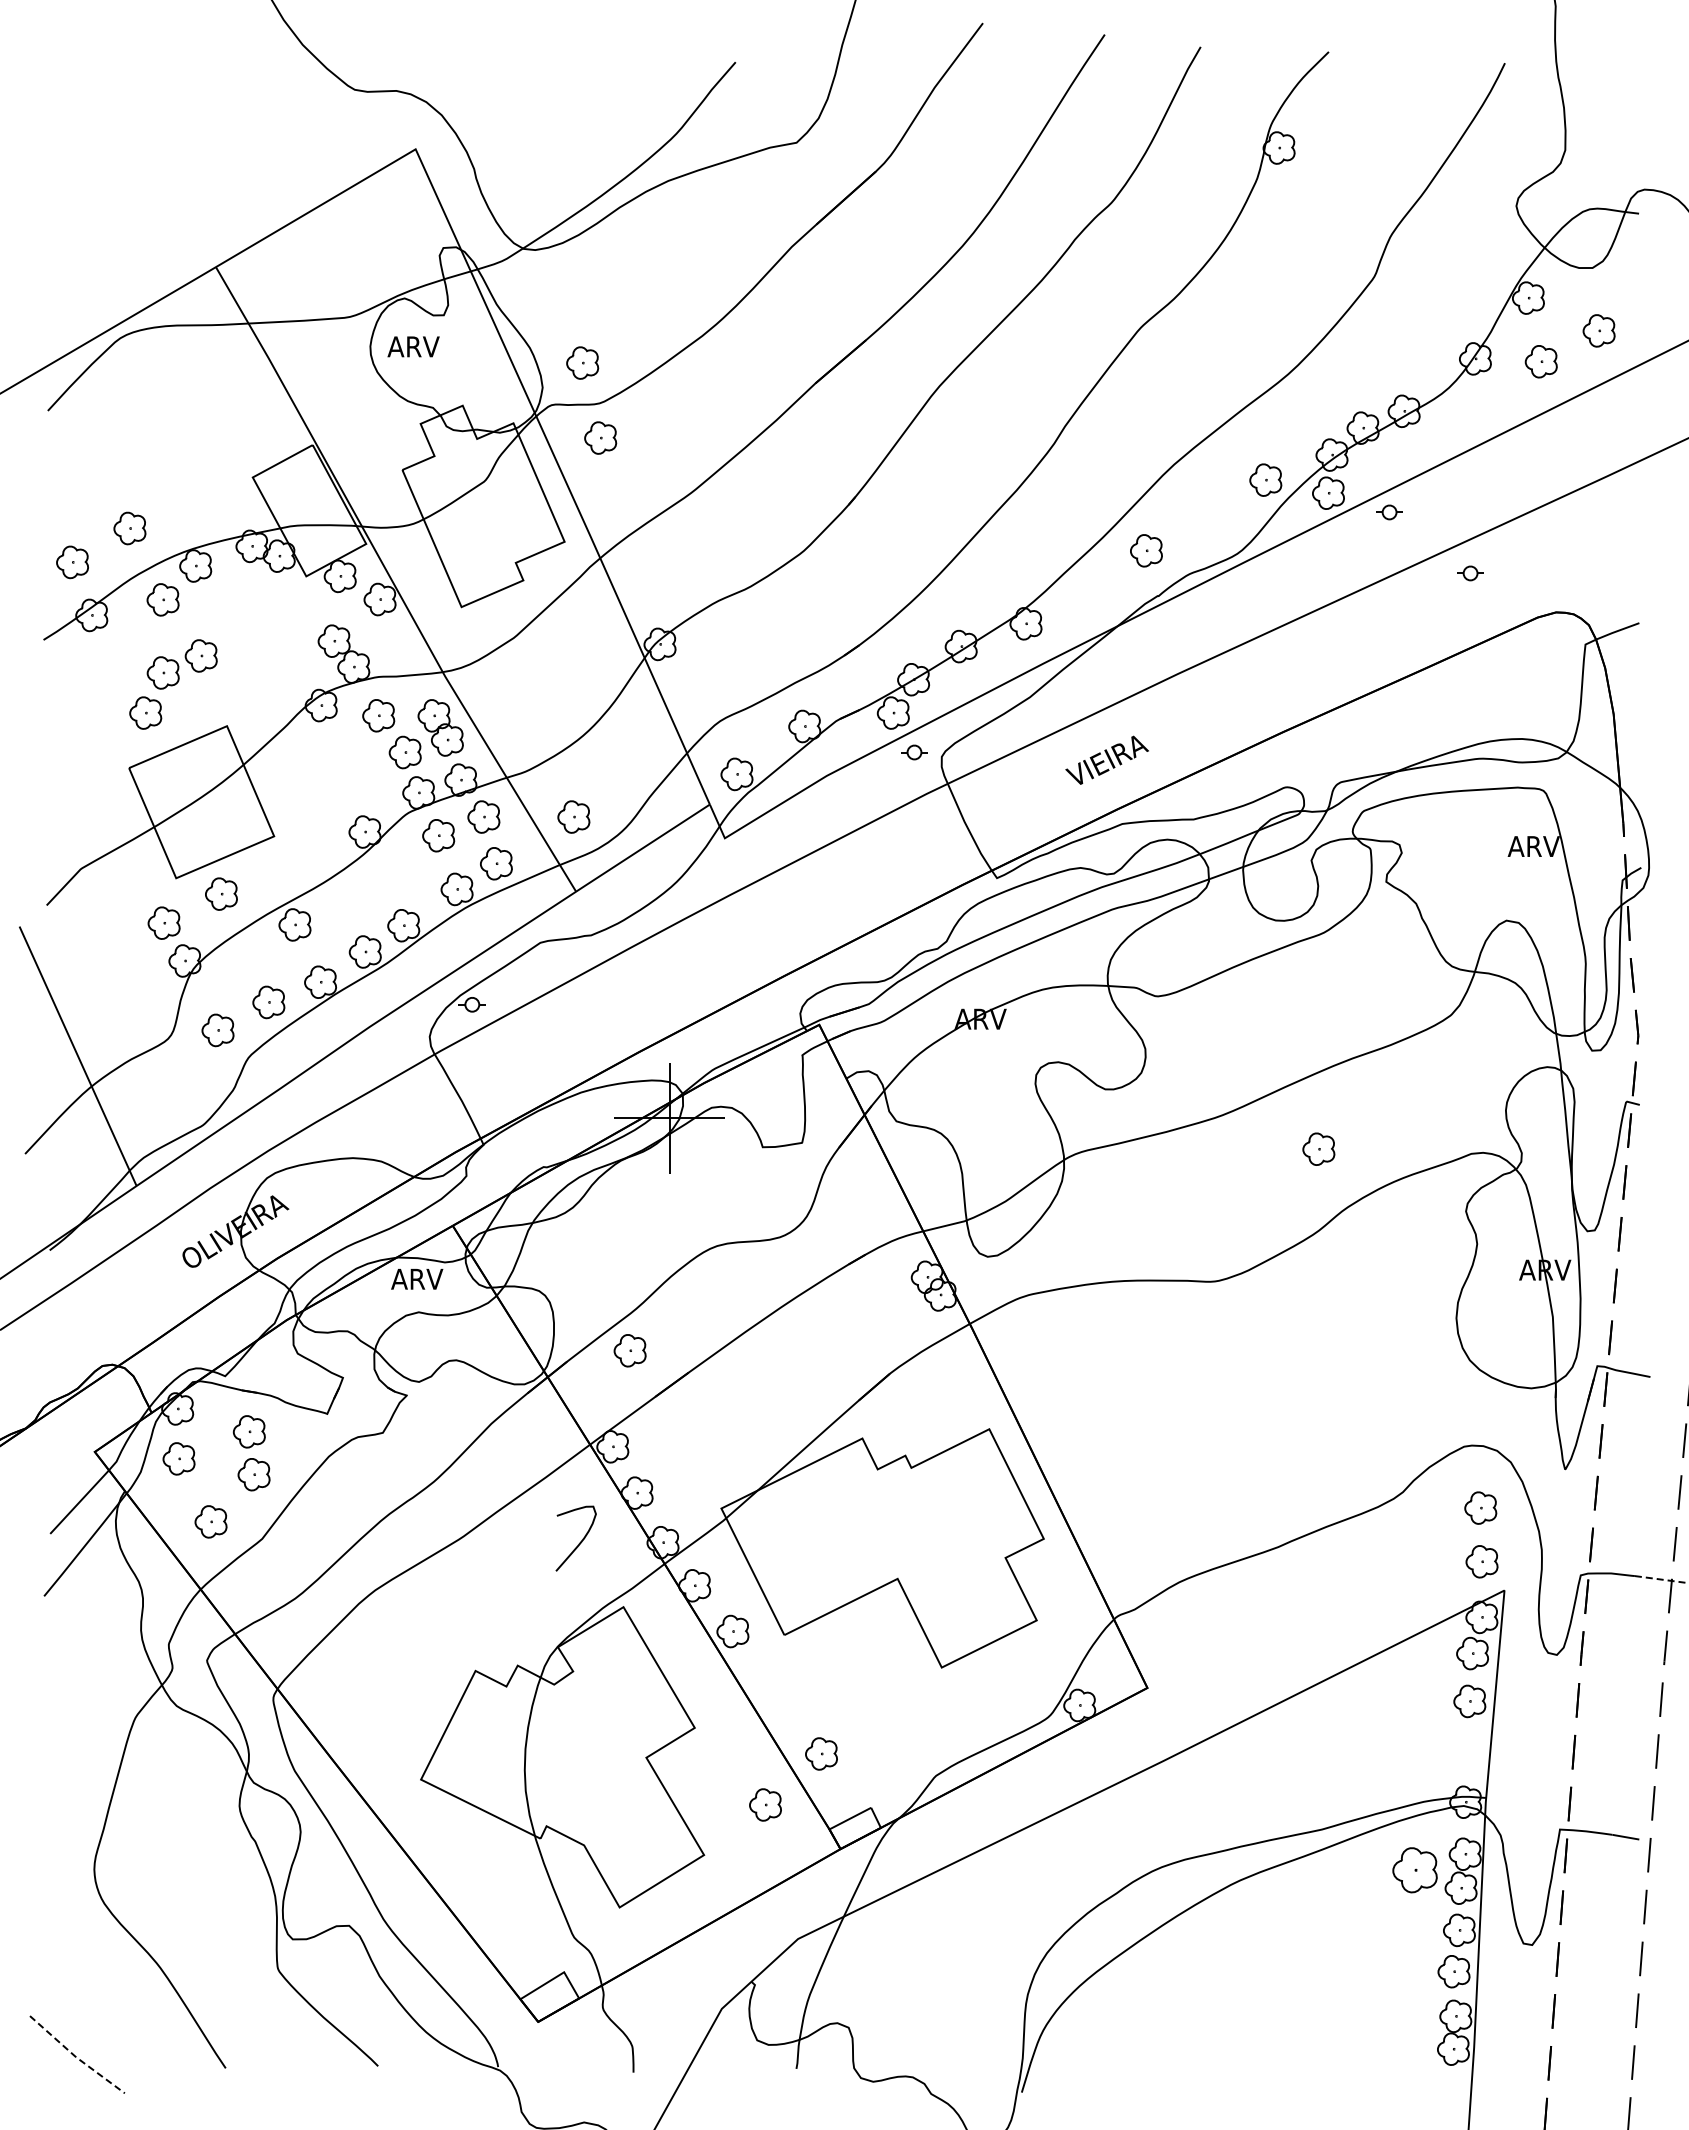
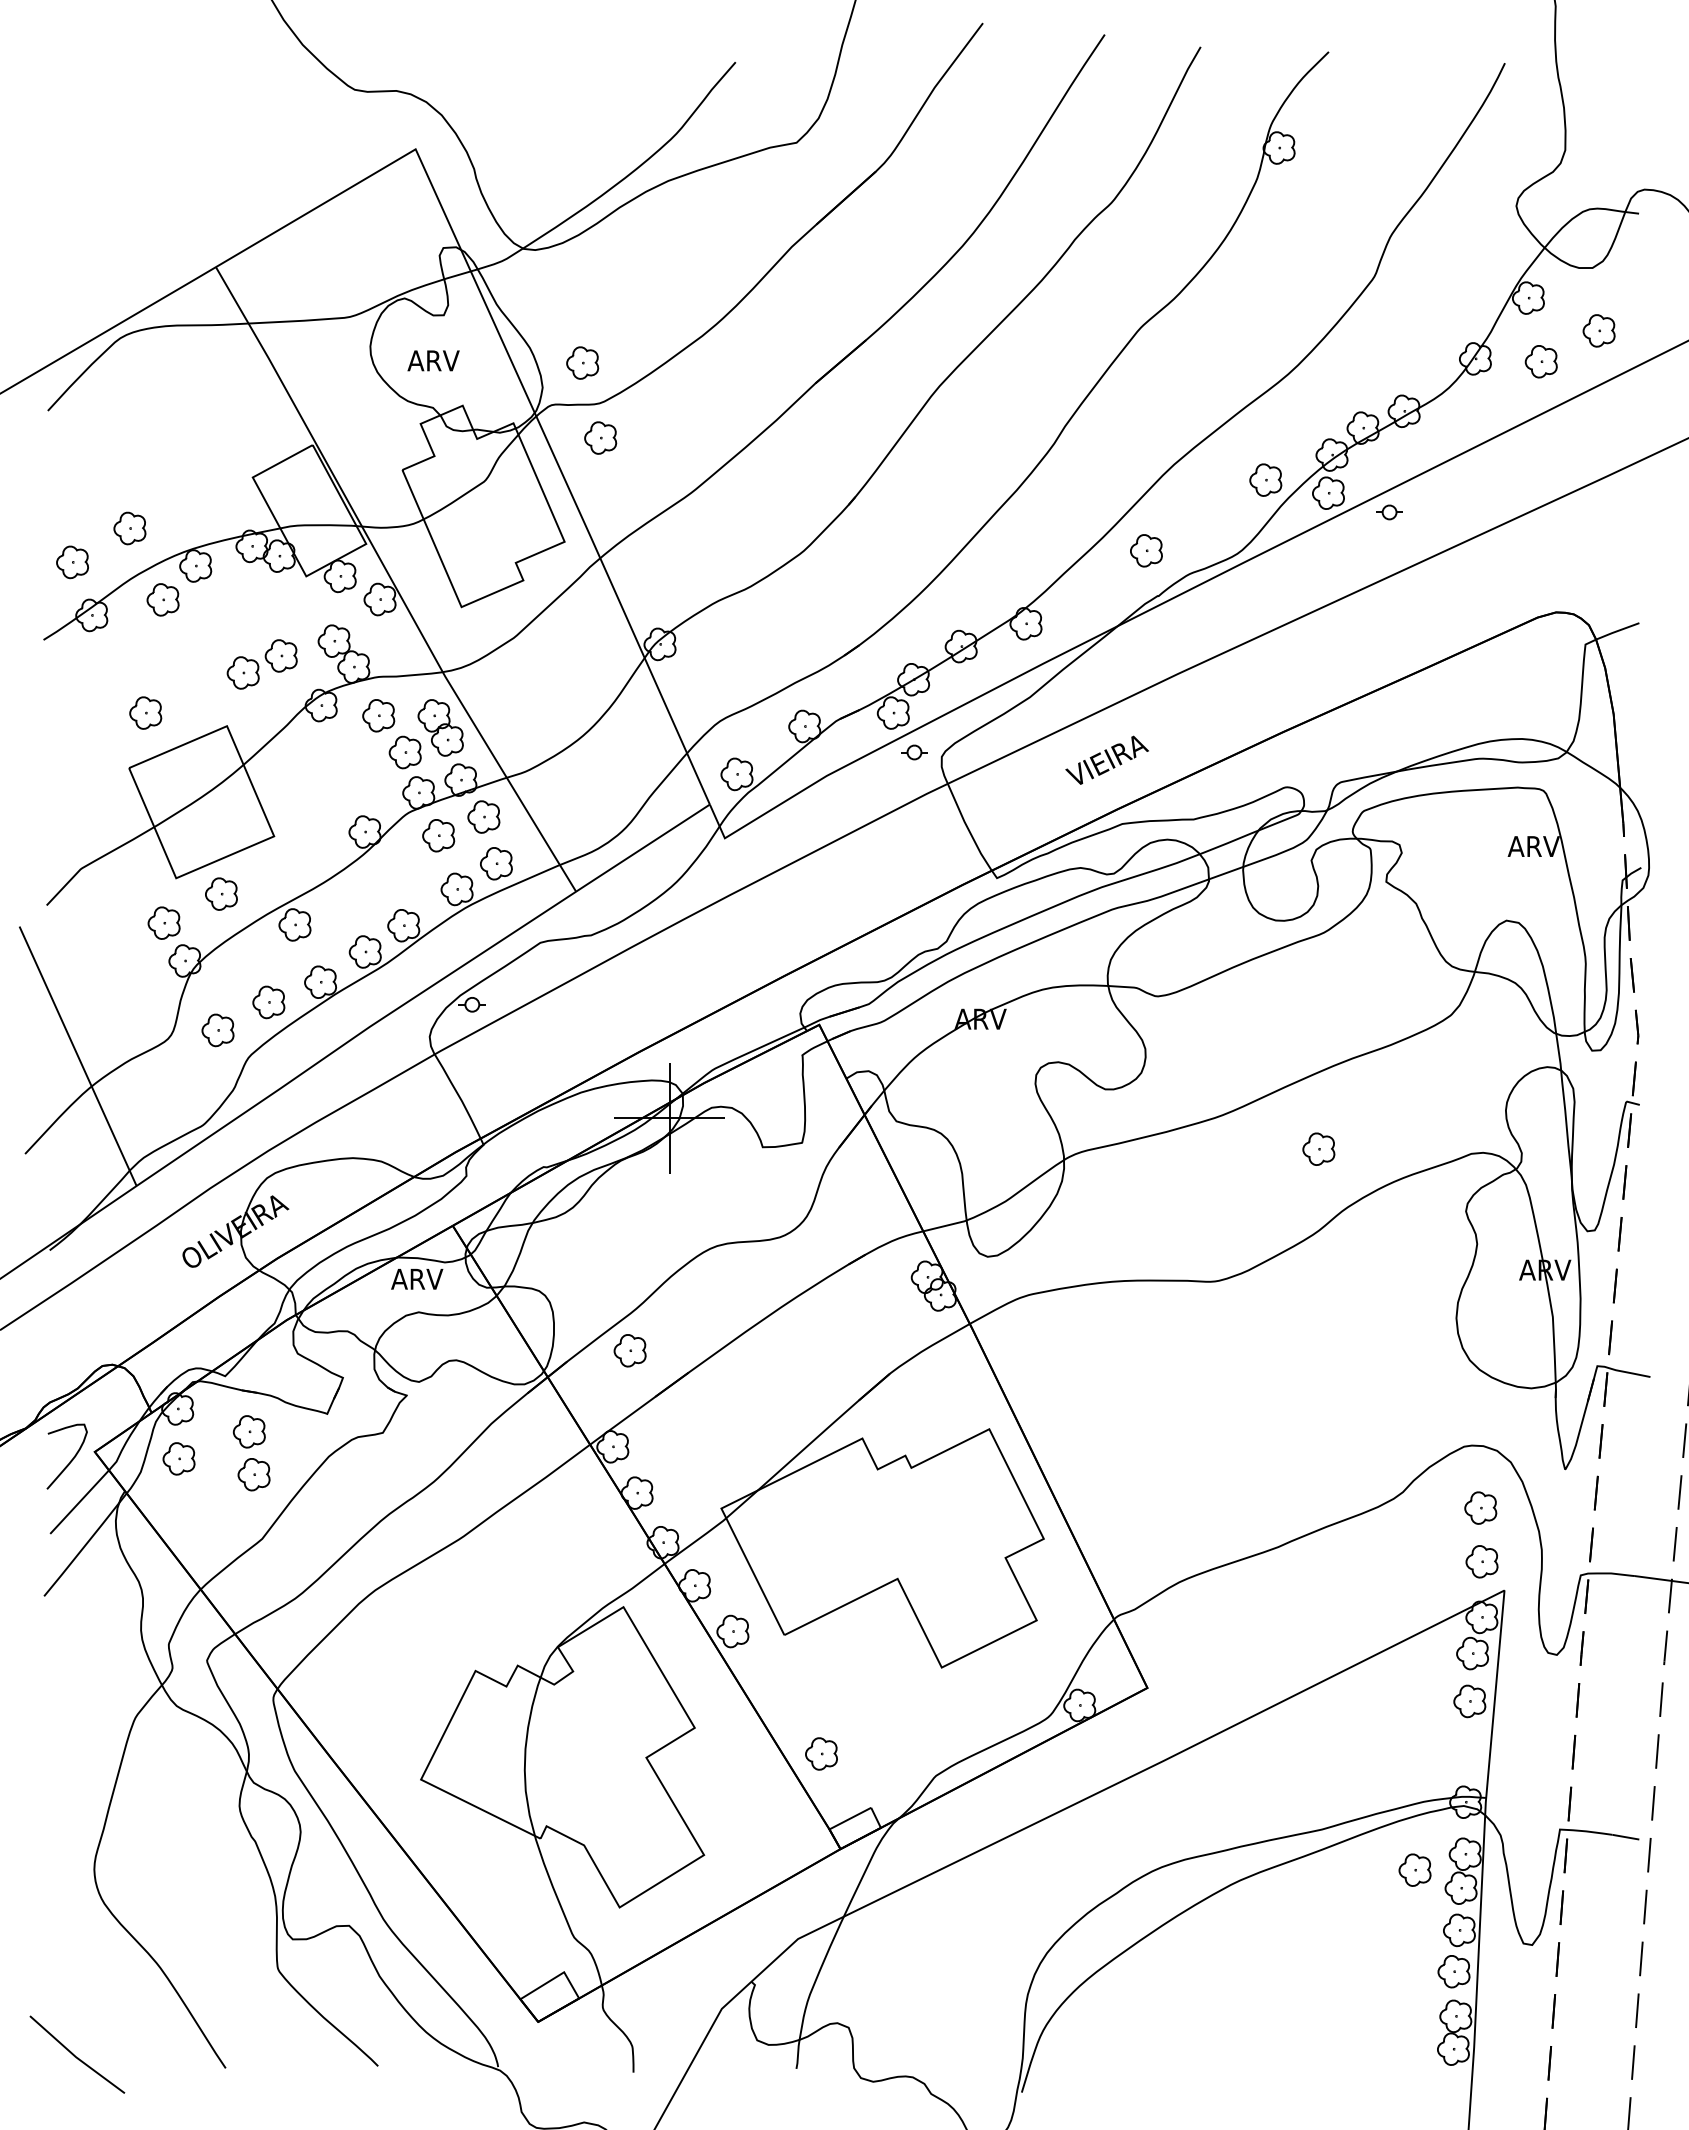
text at (413, 346) position: (413, 346) -> (433, 360)
part at (1470, 573): present -> none
part at (181, 664) position: (181, 664) -> (261, 664)
part at (573, 816): present -> none
part at (210, 1521): present -> none
curve at (579, 1542) position: (579, 1542) -> (70, 1460)
line at (1661, 1579): dashed -> solid
part at (765, 1804): present -> none
part at (1414, 1870) size: 46x47 px -> 34x34 px
line at (76, 2057): dashed -> solid
